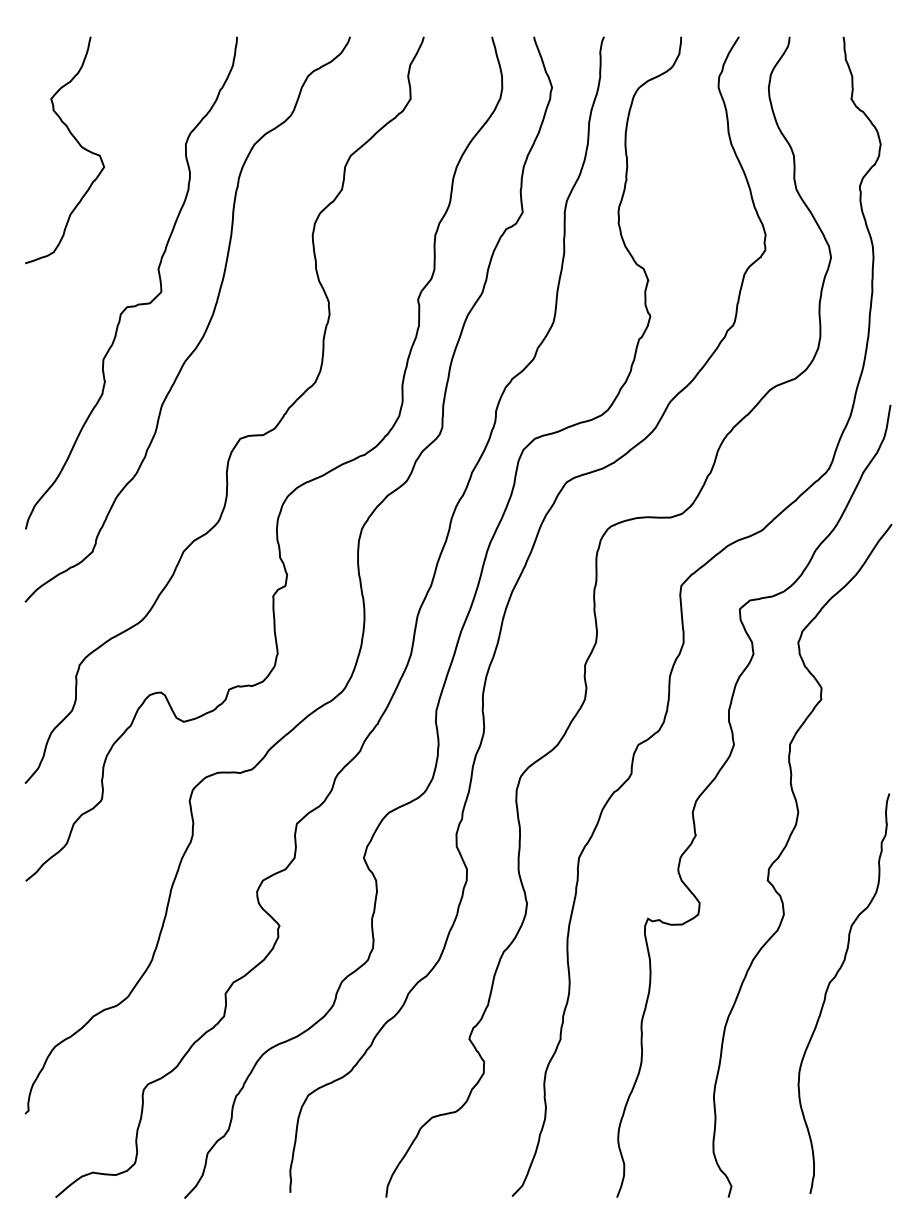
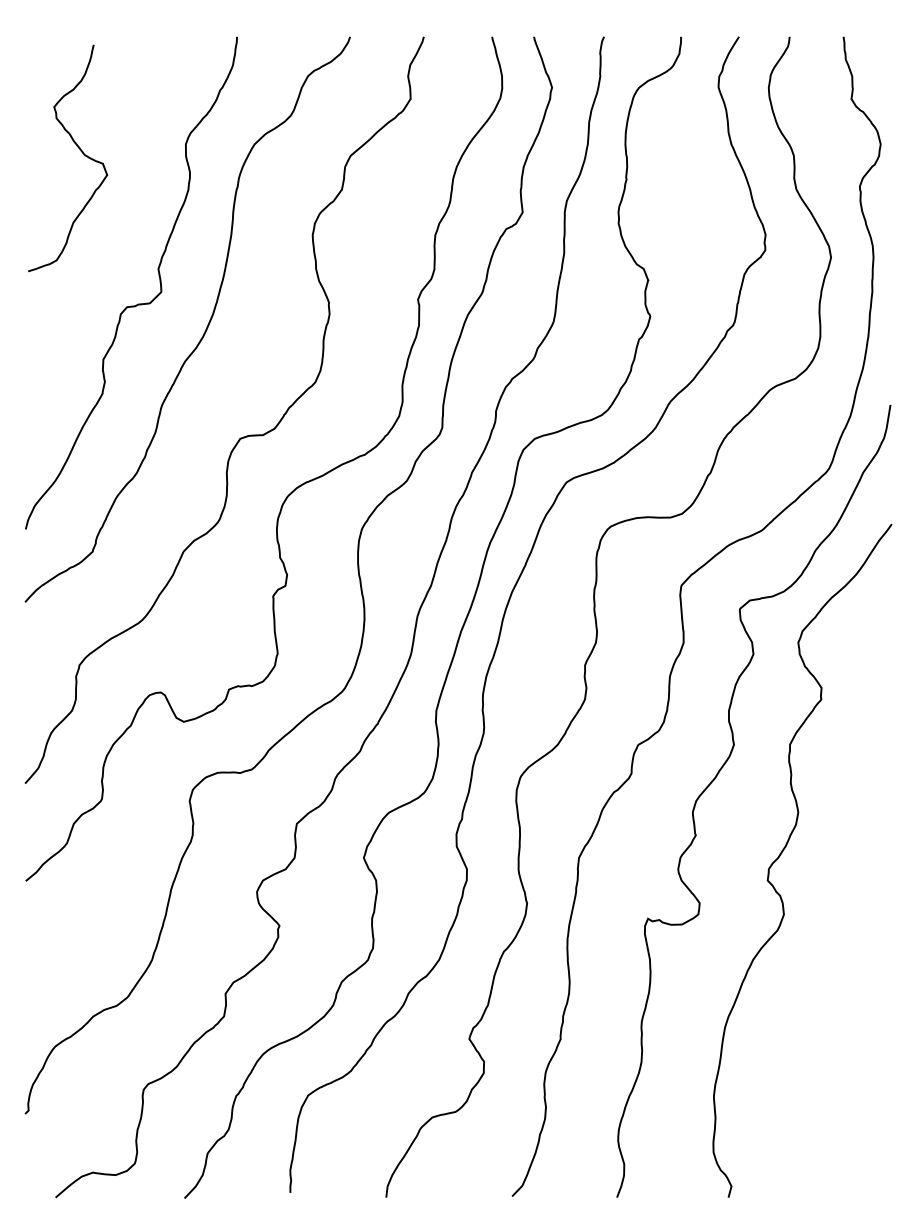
curve at (77, 143) position: (77, 143) -> (80, 151)
curve at (828, 989): present -> none
